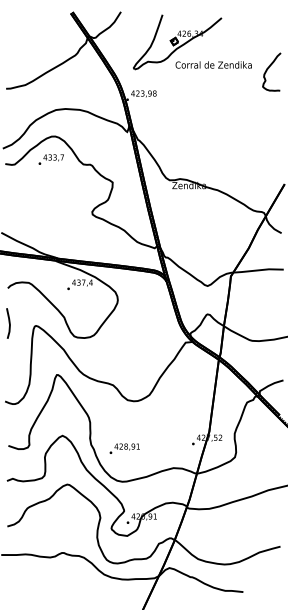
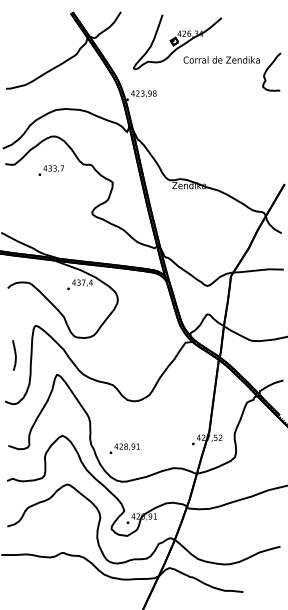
text at (213, 64) position: (213, 64) -> (221, 59)
text at (50, 159) position: (50, 159) -> (50, 170)
line at (8, 323) position: (8, 323) -> (14, 355)
